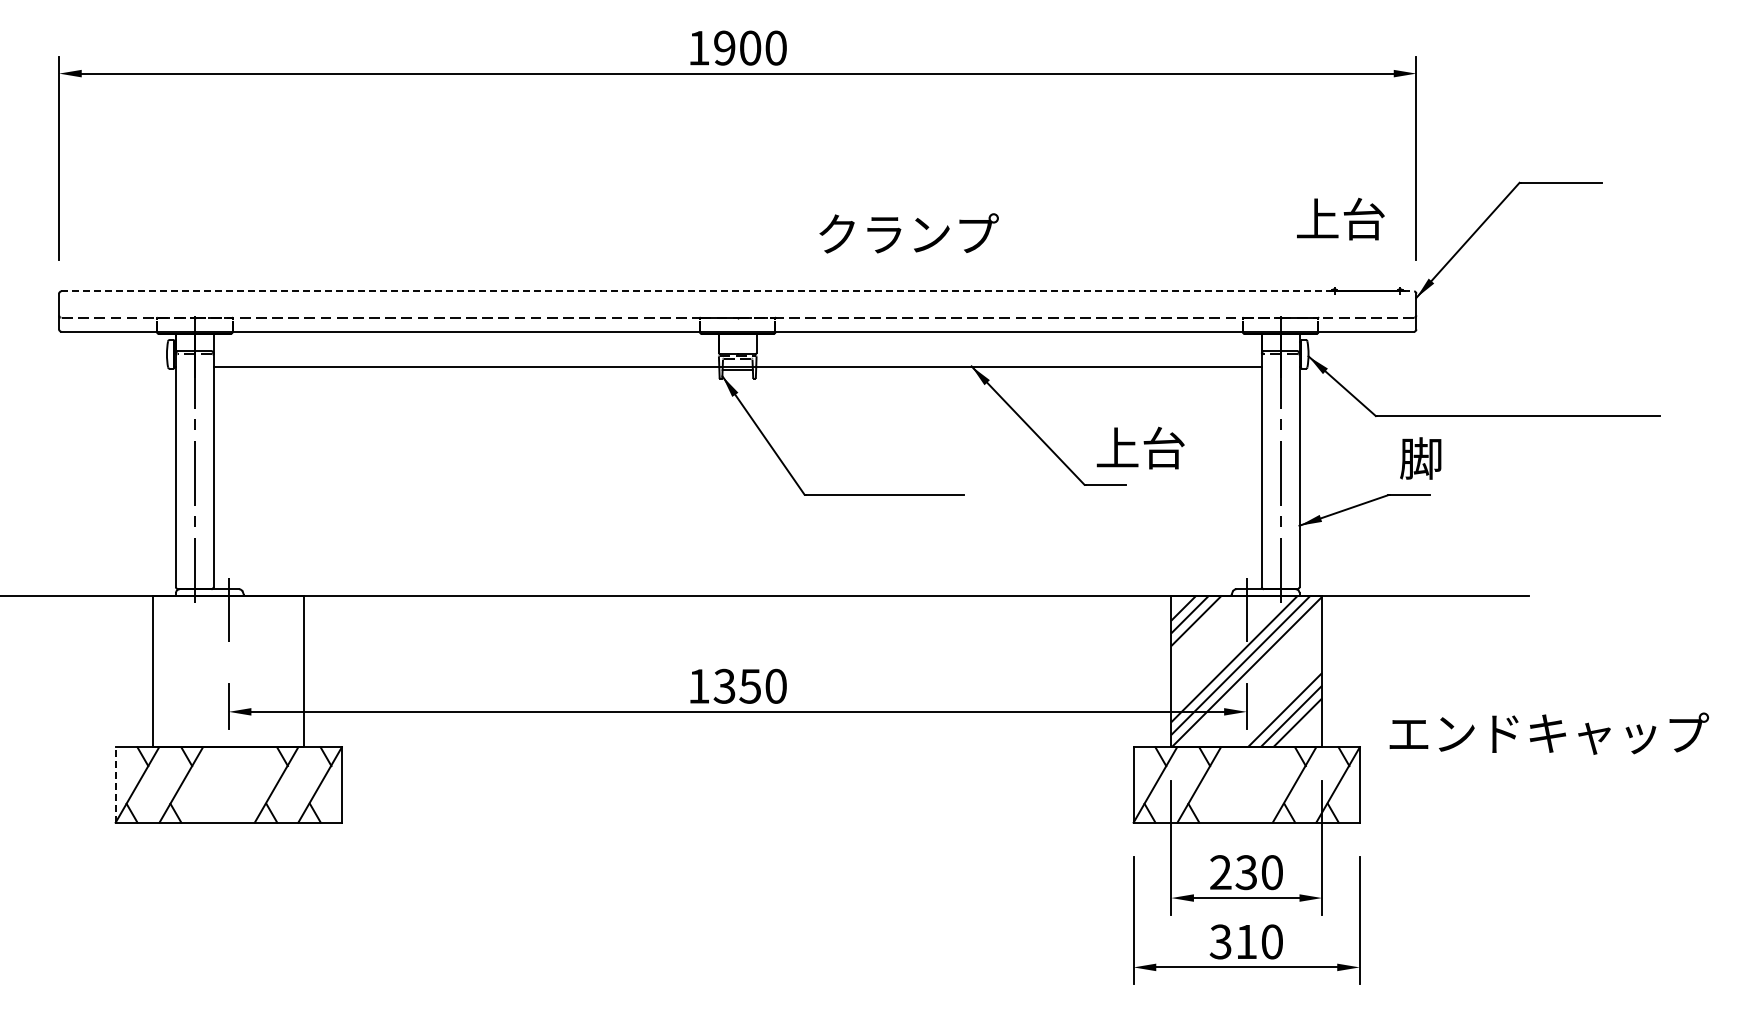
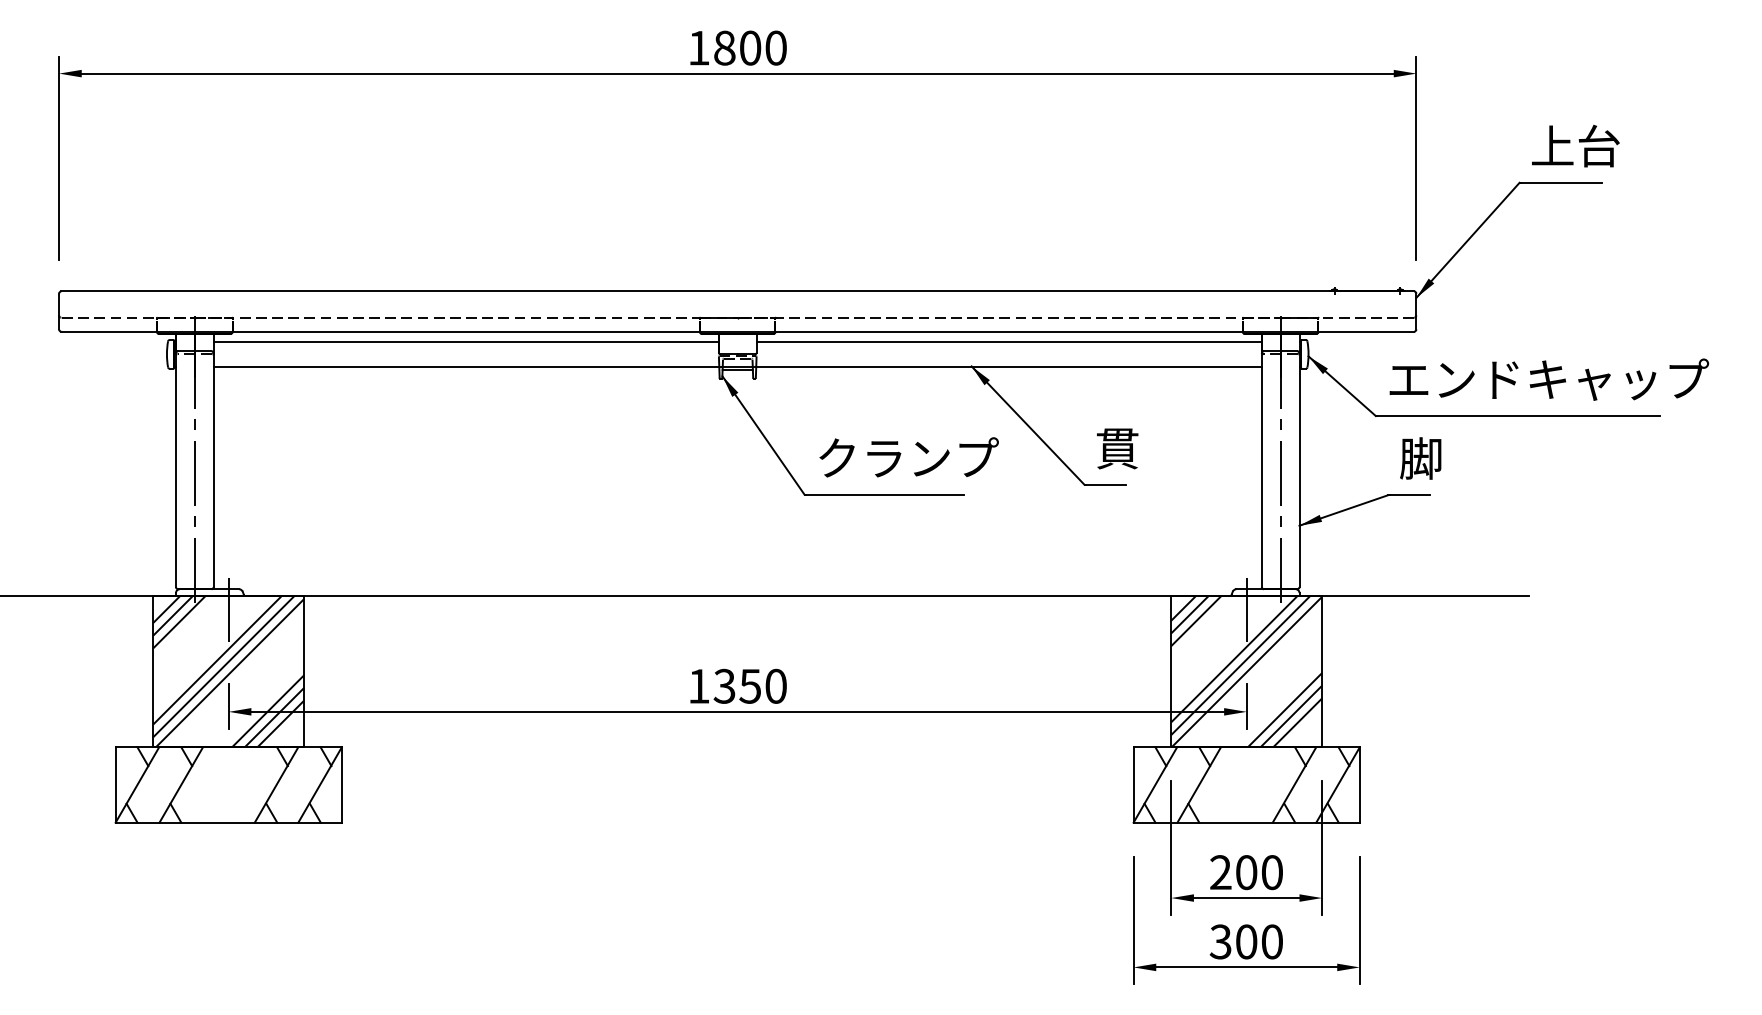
text at (724, 47): 1900 -> 1800
text at (1340, 218) position: (1340, 218) -> (1575, 145)
text at (908, 233) position: (908, 233) -> (908, 457)
line at (738, 291): dashed -> solid
line at (465, 341): none -> present
line at (1008, 341): none -> present
text at (1140, 447): 上台 -> 貫
hatch at (228, 671): none -> present
text at (1549, 733) position: (1549, 733) -> (1549, 379)
line at (115, 784): dashed -> solid
text at (1246, 872): 230 -> 200
text at (1246, 941): 310 -> 300
